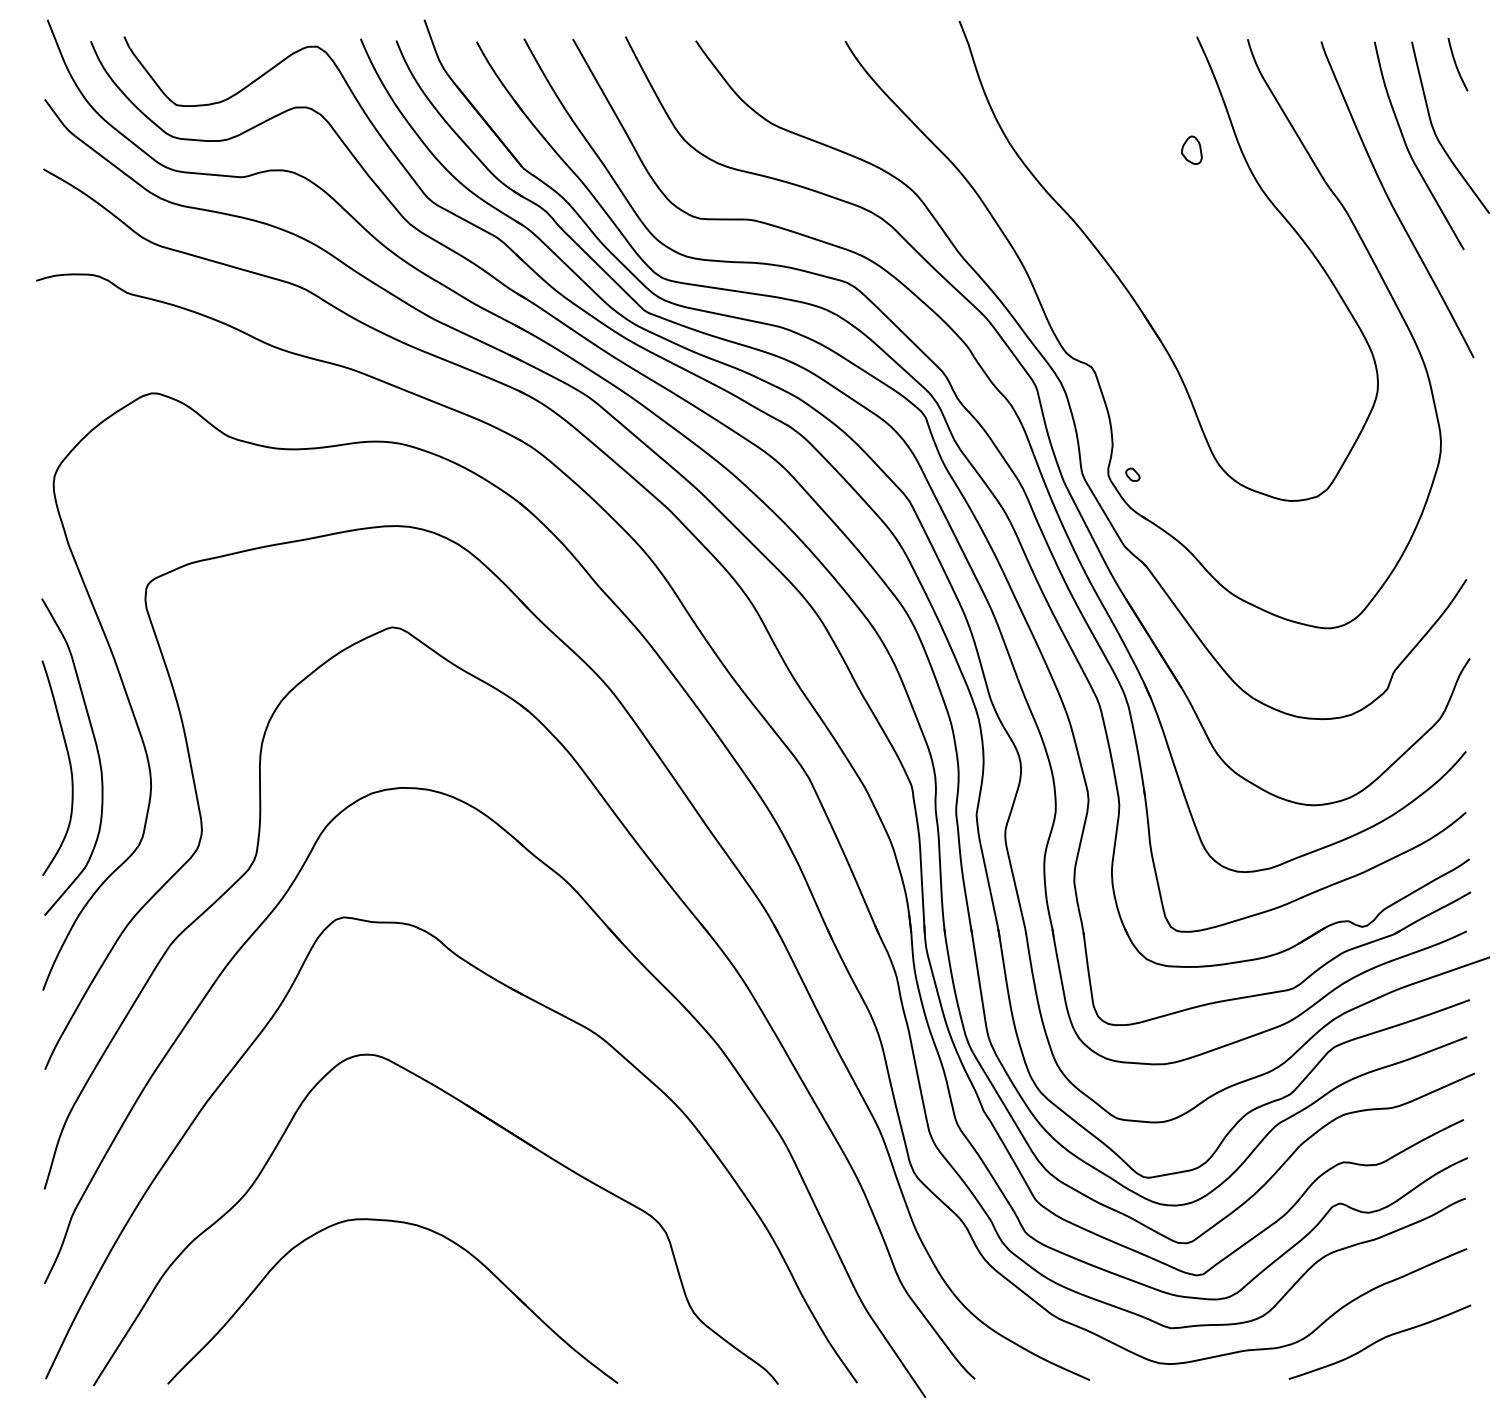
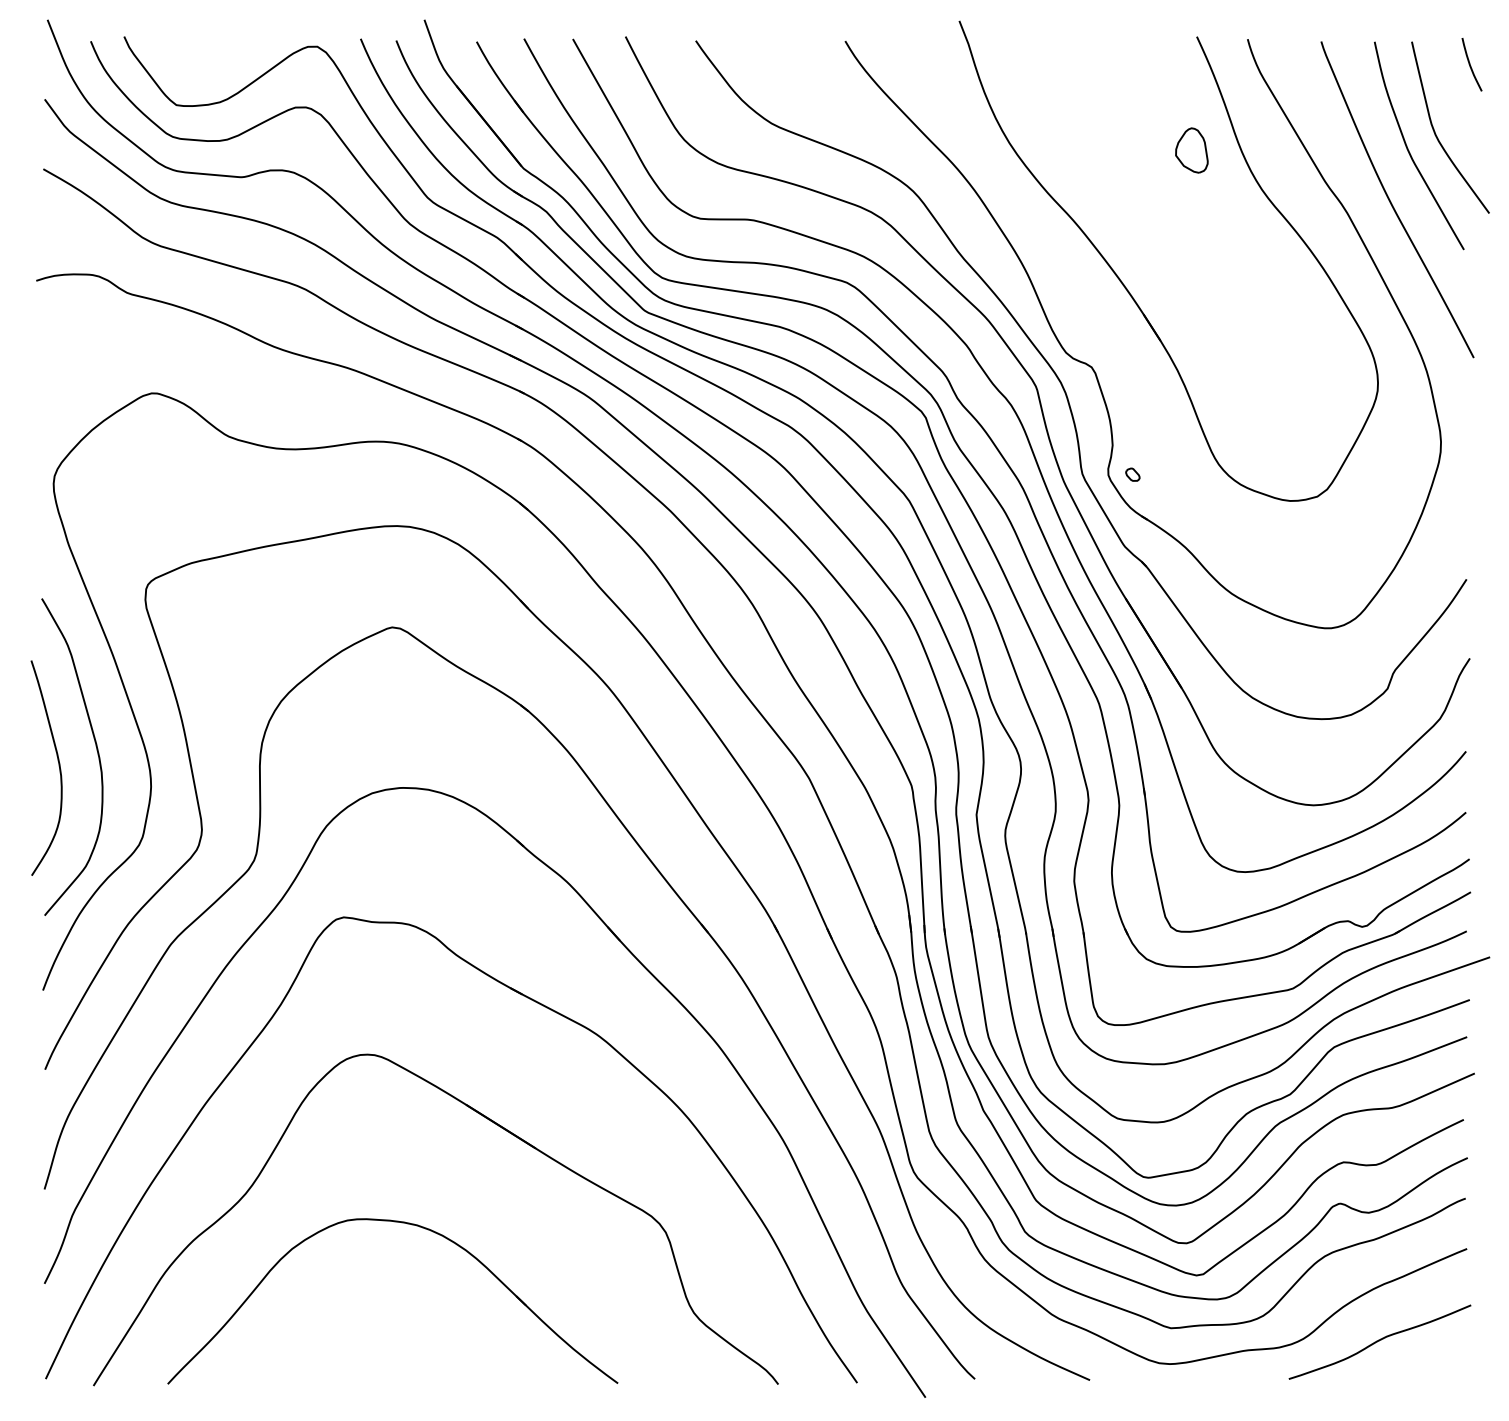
curve at (1456, 64) position: (1456, 64) -> (1470, 64)
part at (1191, 149) size: 22x30 px -> 34x47 px
curve at (69, 766) position: (69, 766) -> (58, 766)
